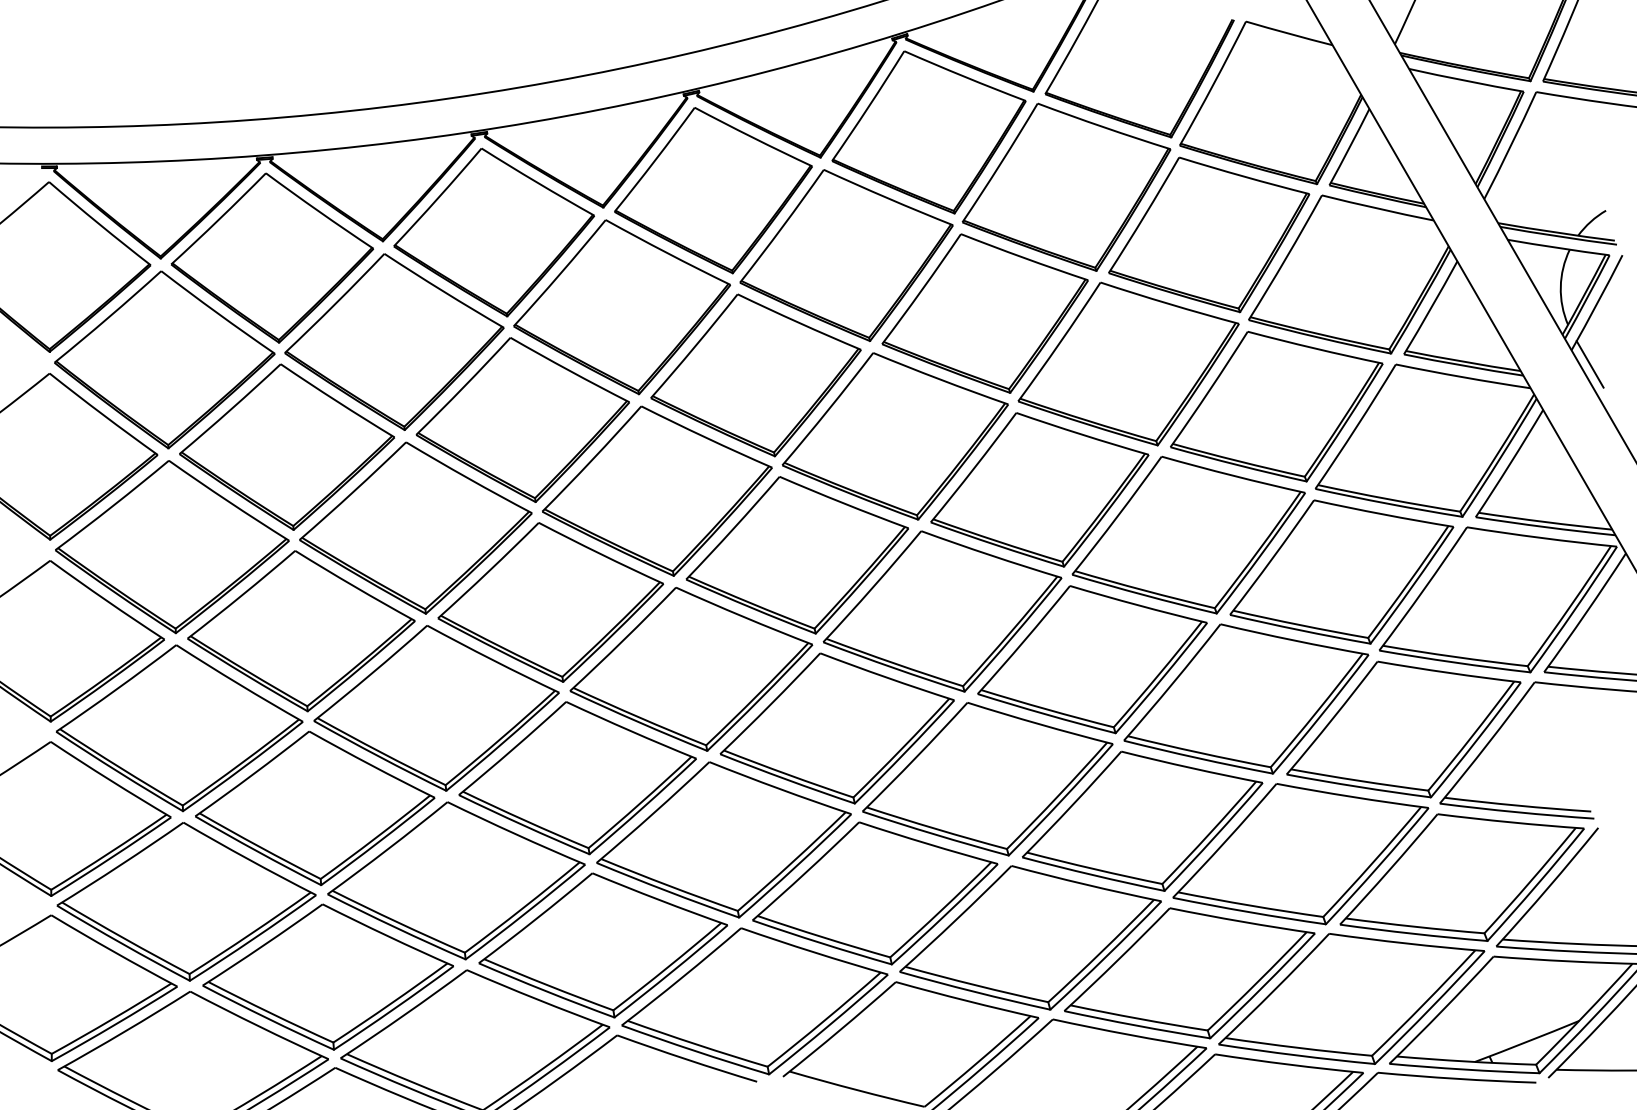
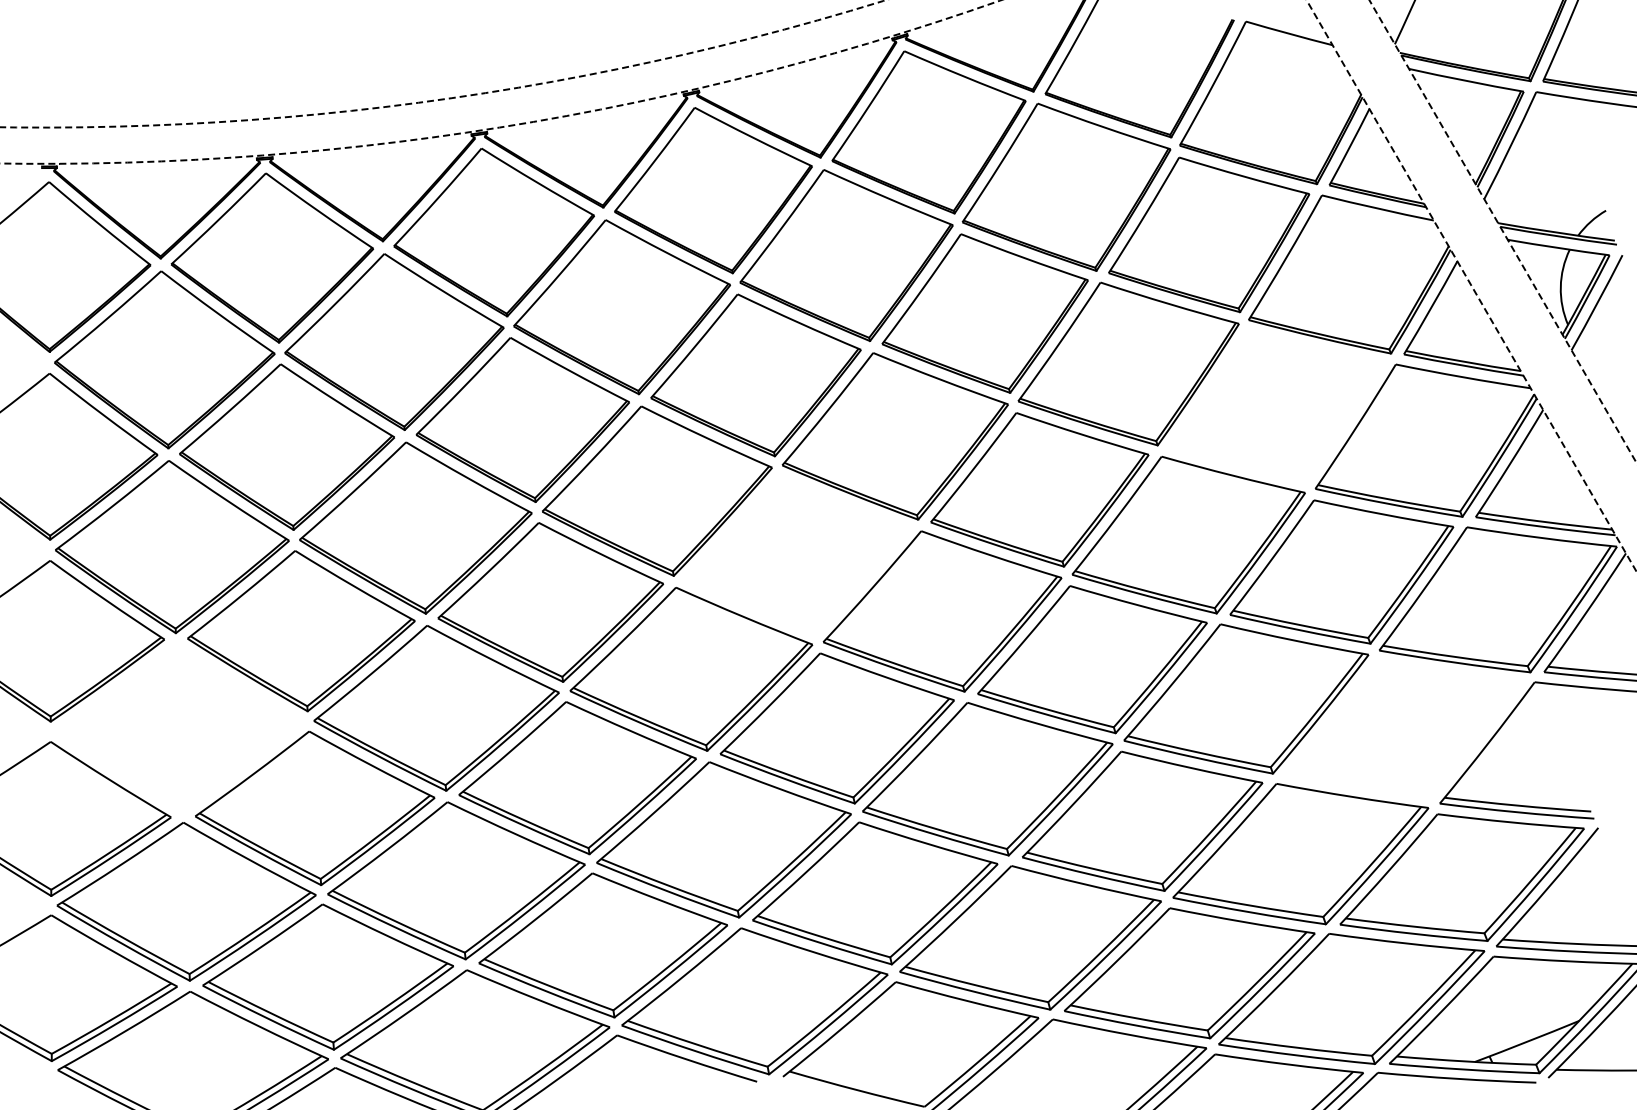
arc at (451, 98): solid -> dashed
arc at (511, 125): solid -> dashed
line at (1503, 231): solid -> dashed
line at (1471, 285): solid -> dashed
line at (1589, 364): present -> none
part at (1276, 406): present -> none
part at (796, 555): present -> none
part at (179, 728): present -> none
part at (1403, 729): present -> none
